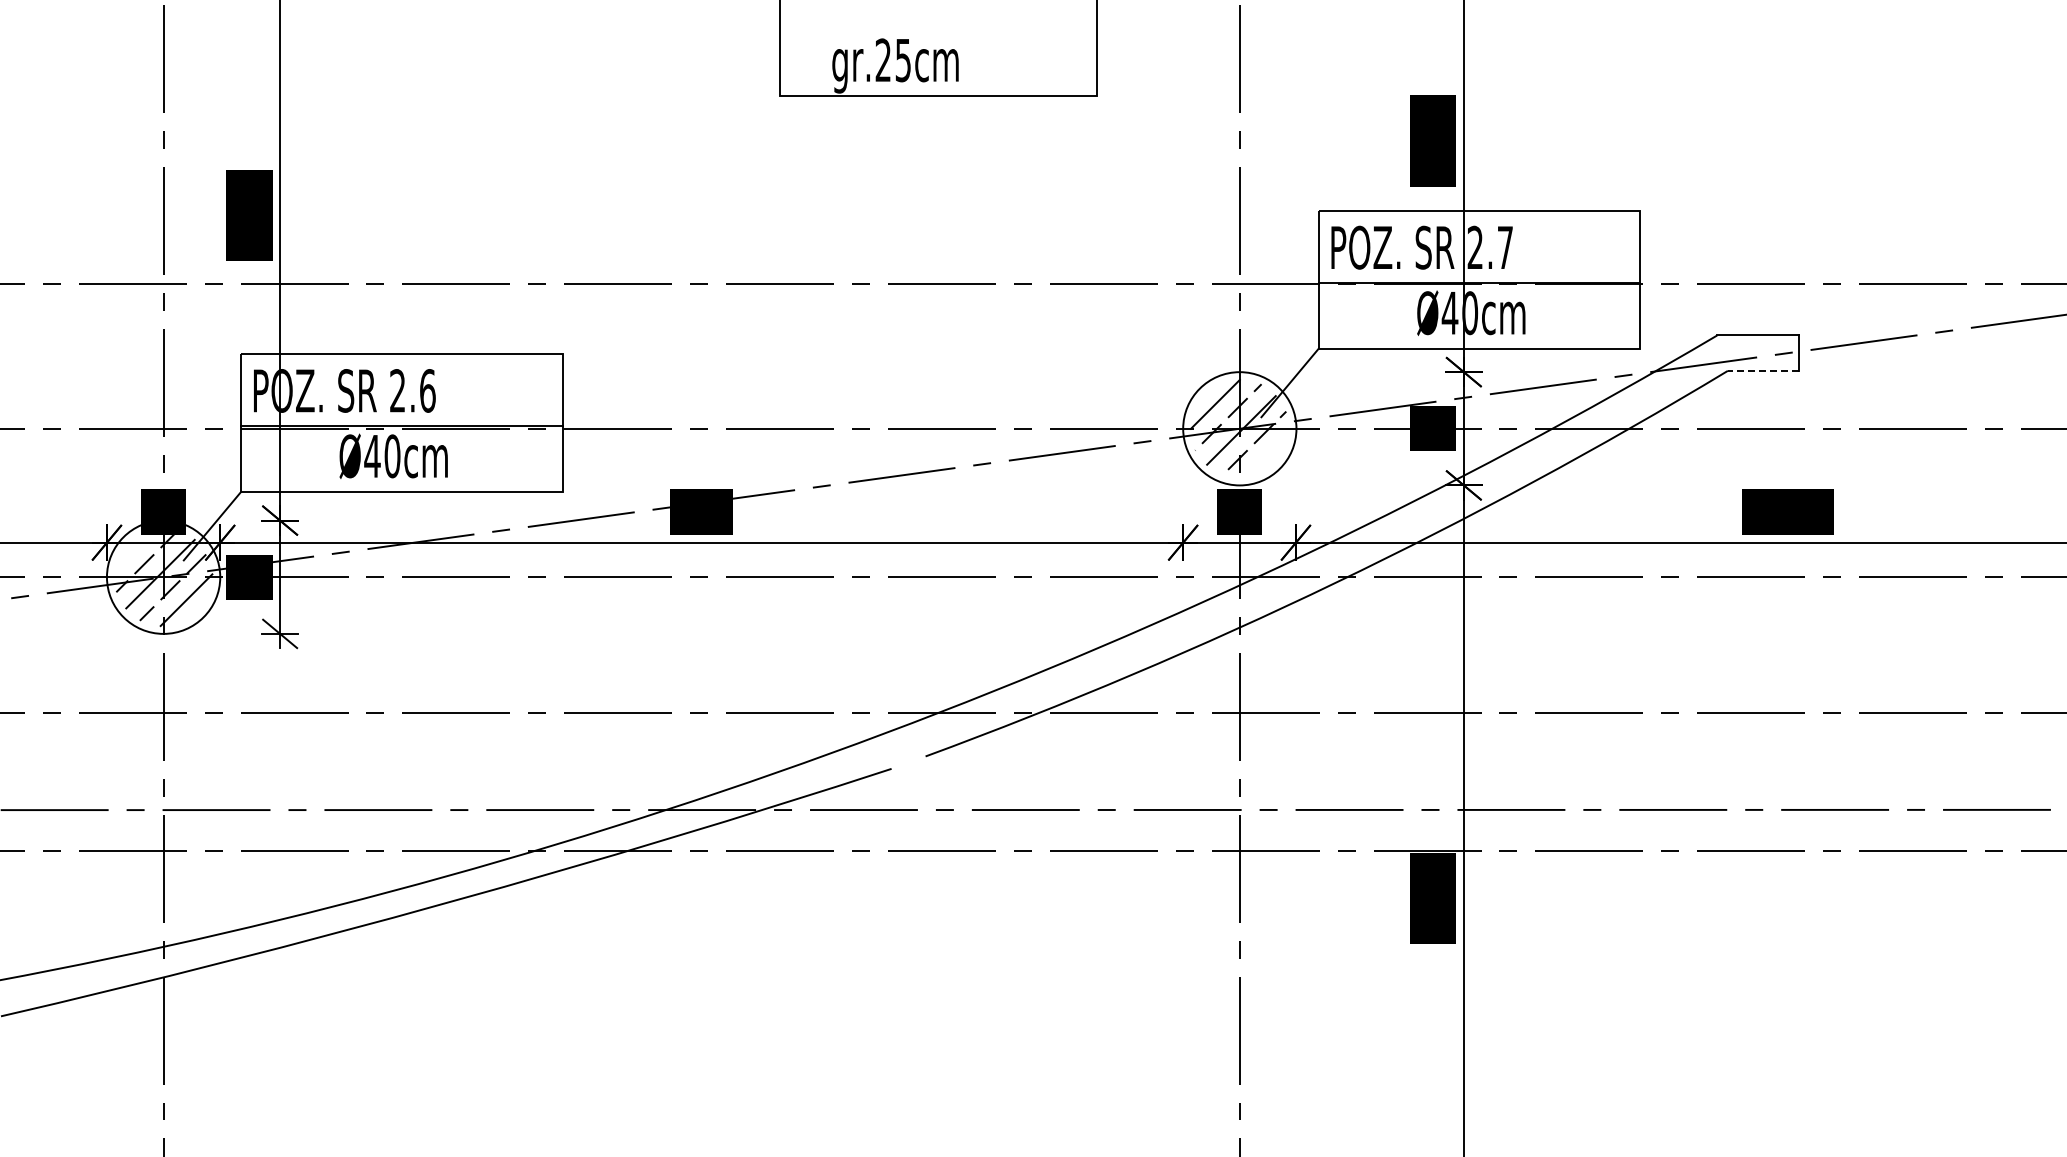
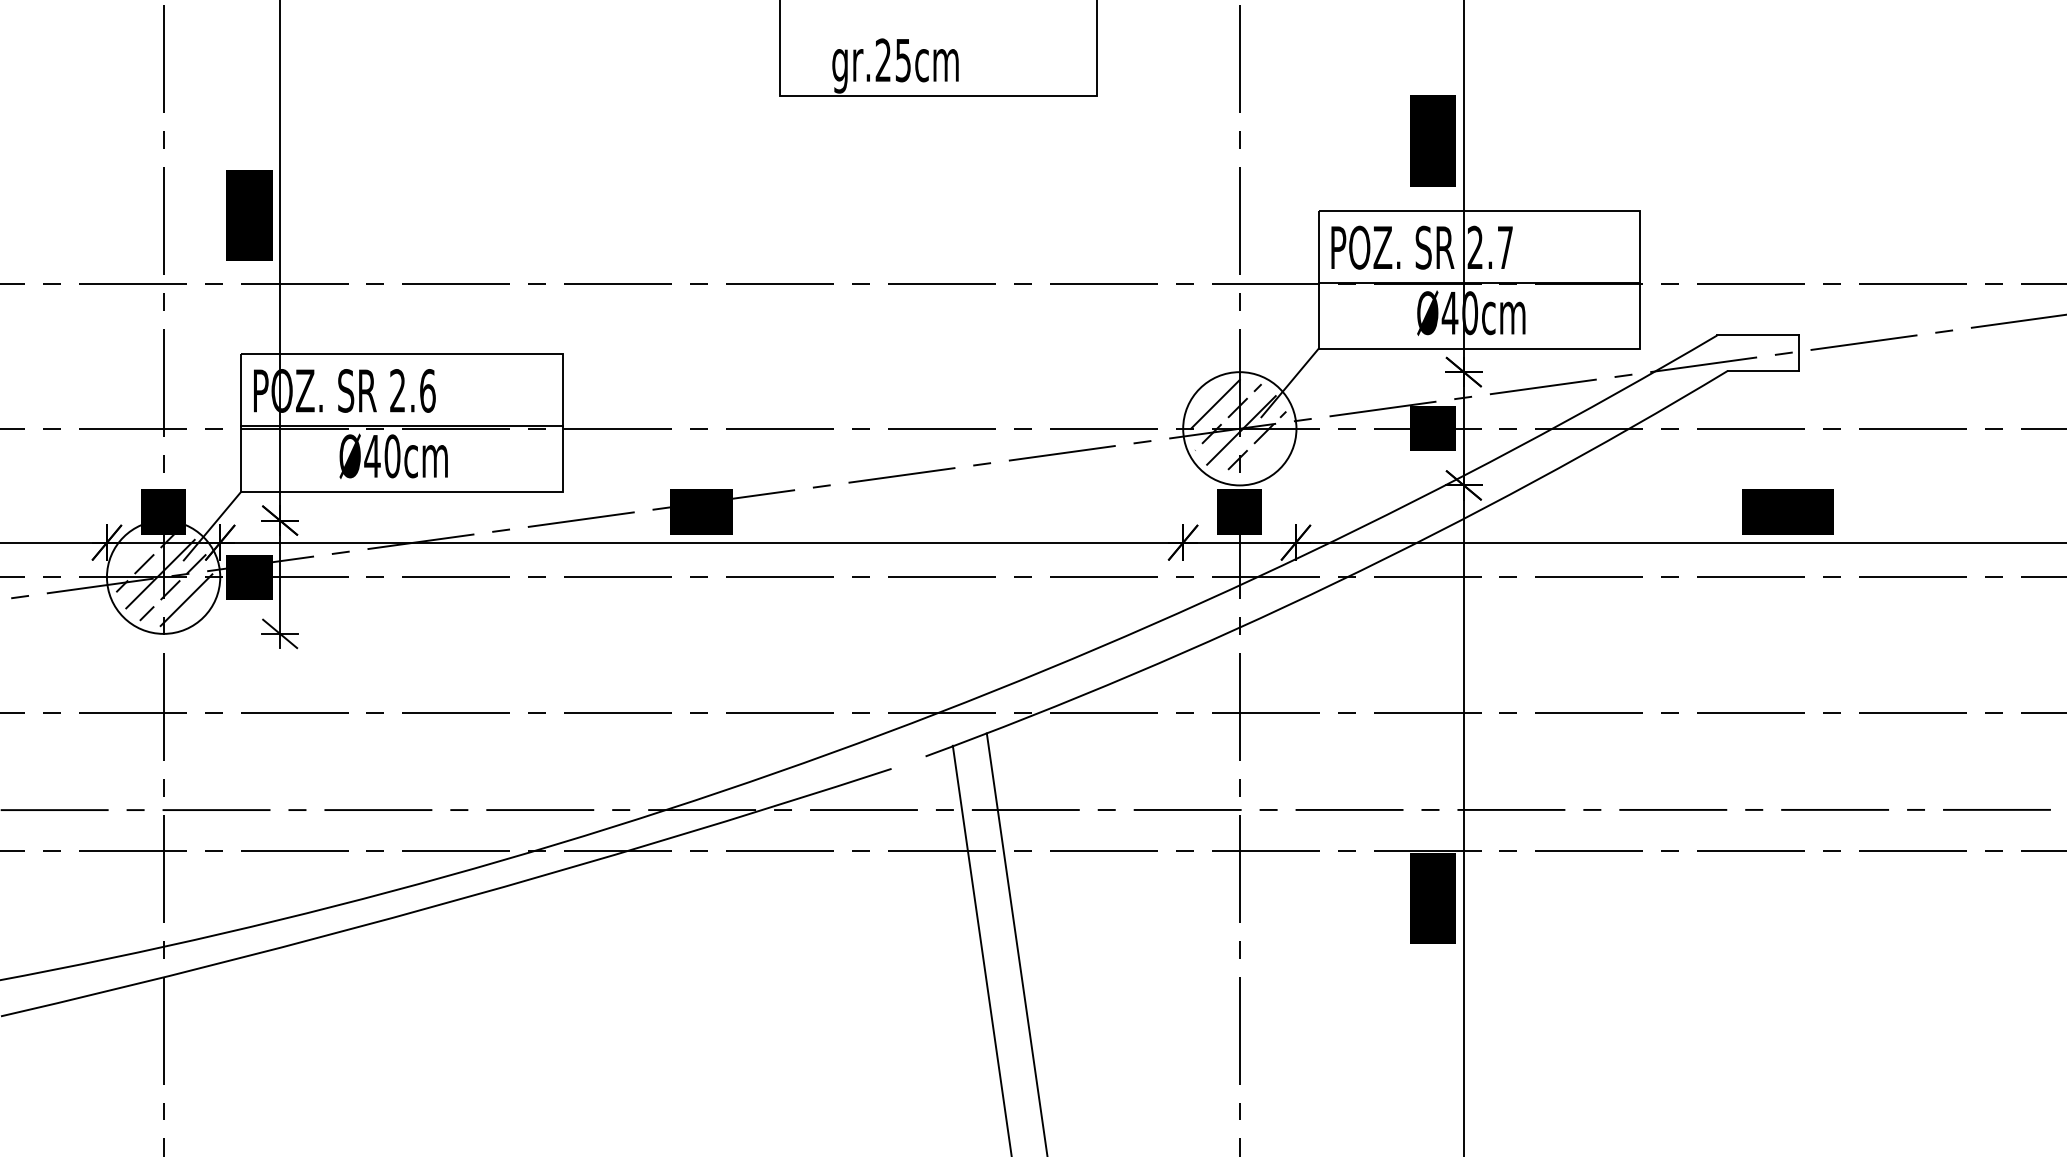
line at (1763, 370): dashed -> solid
line at (1016, 943): none -> present
line at (981, 949): none -> present
